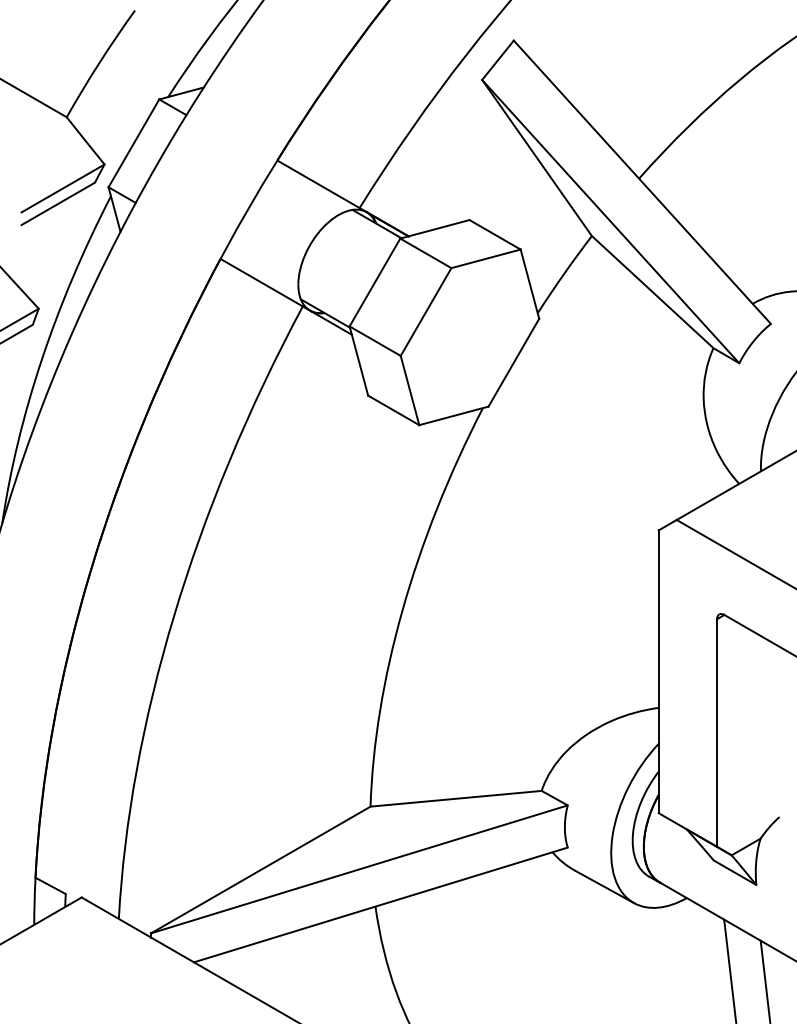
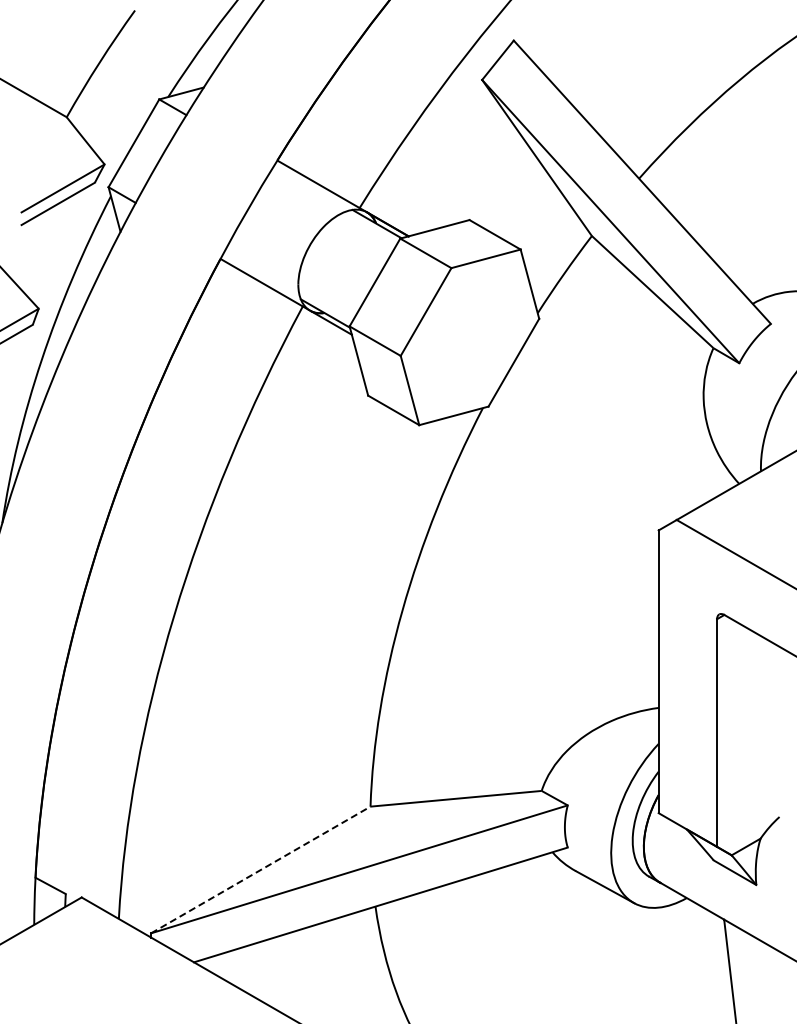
line at (260, 869): solid -> dashed
line at (764, 980): present -> none
